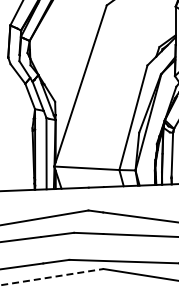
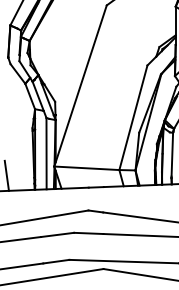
line at (6, 175): none -> present
line at (52, 277): dashed -> solid
